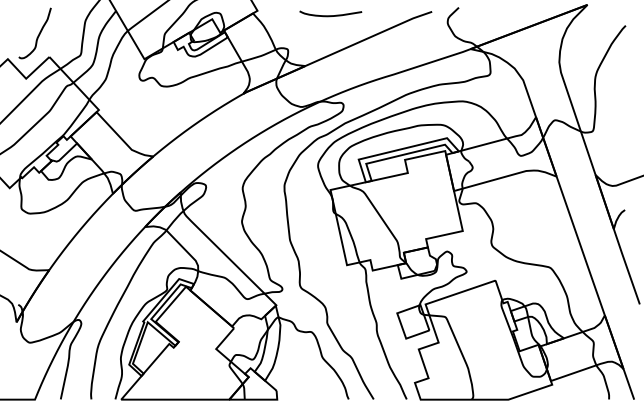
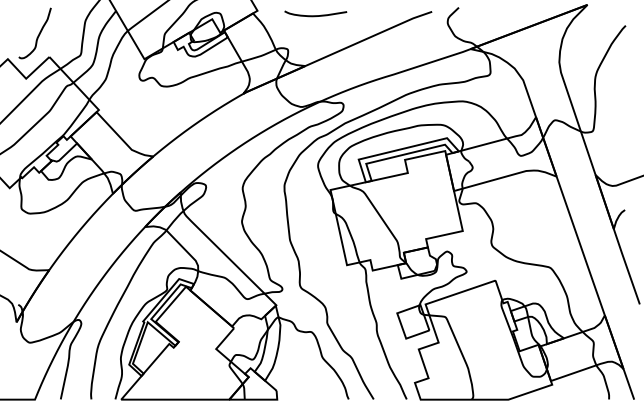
curve at (330, 15) position: (330, 15) -> (315, 15)
